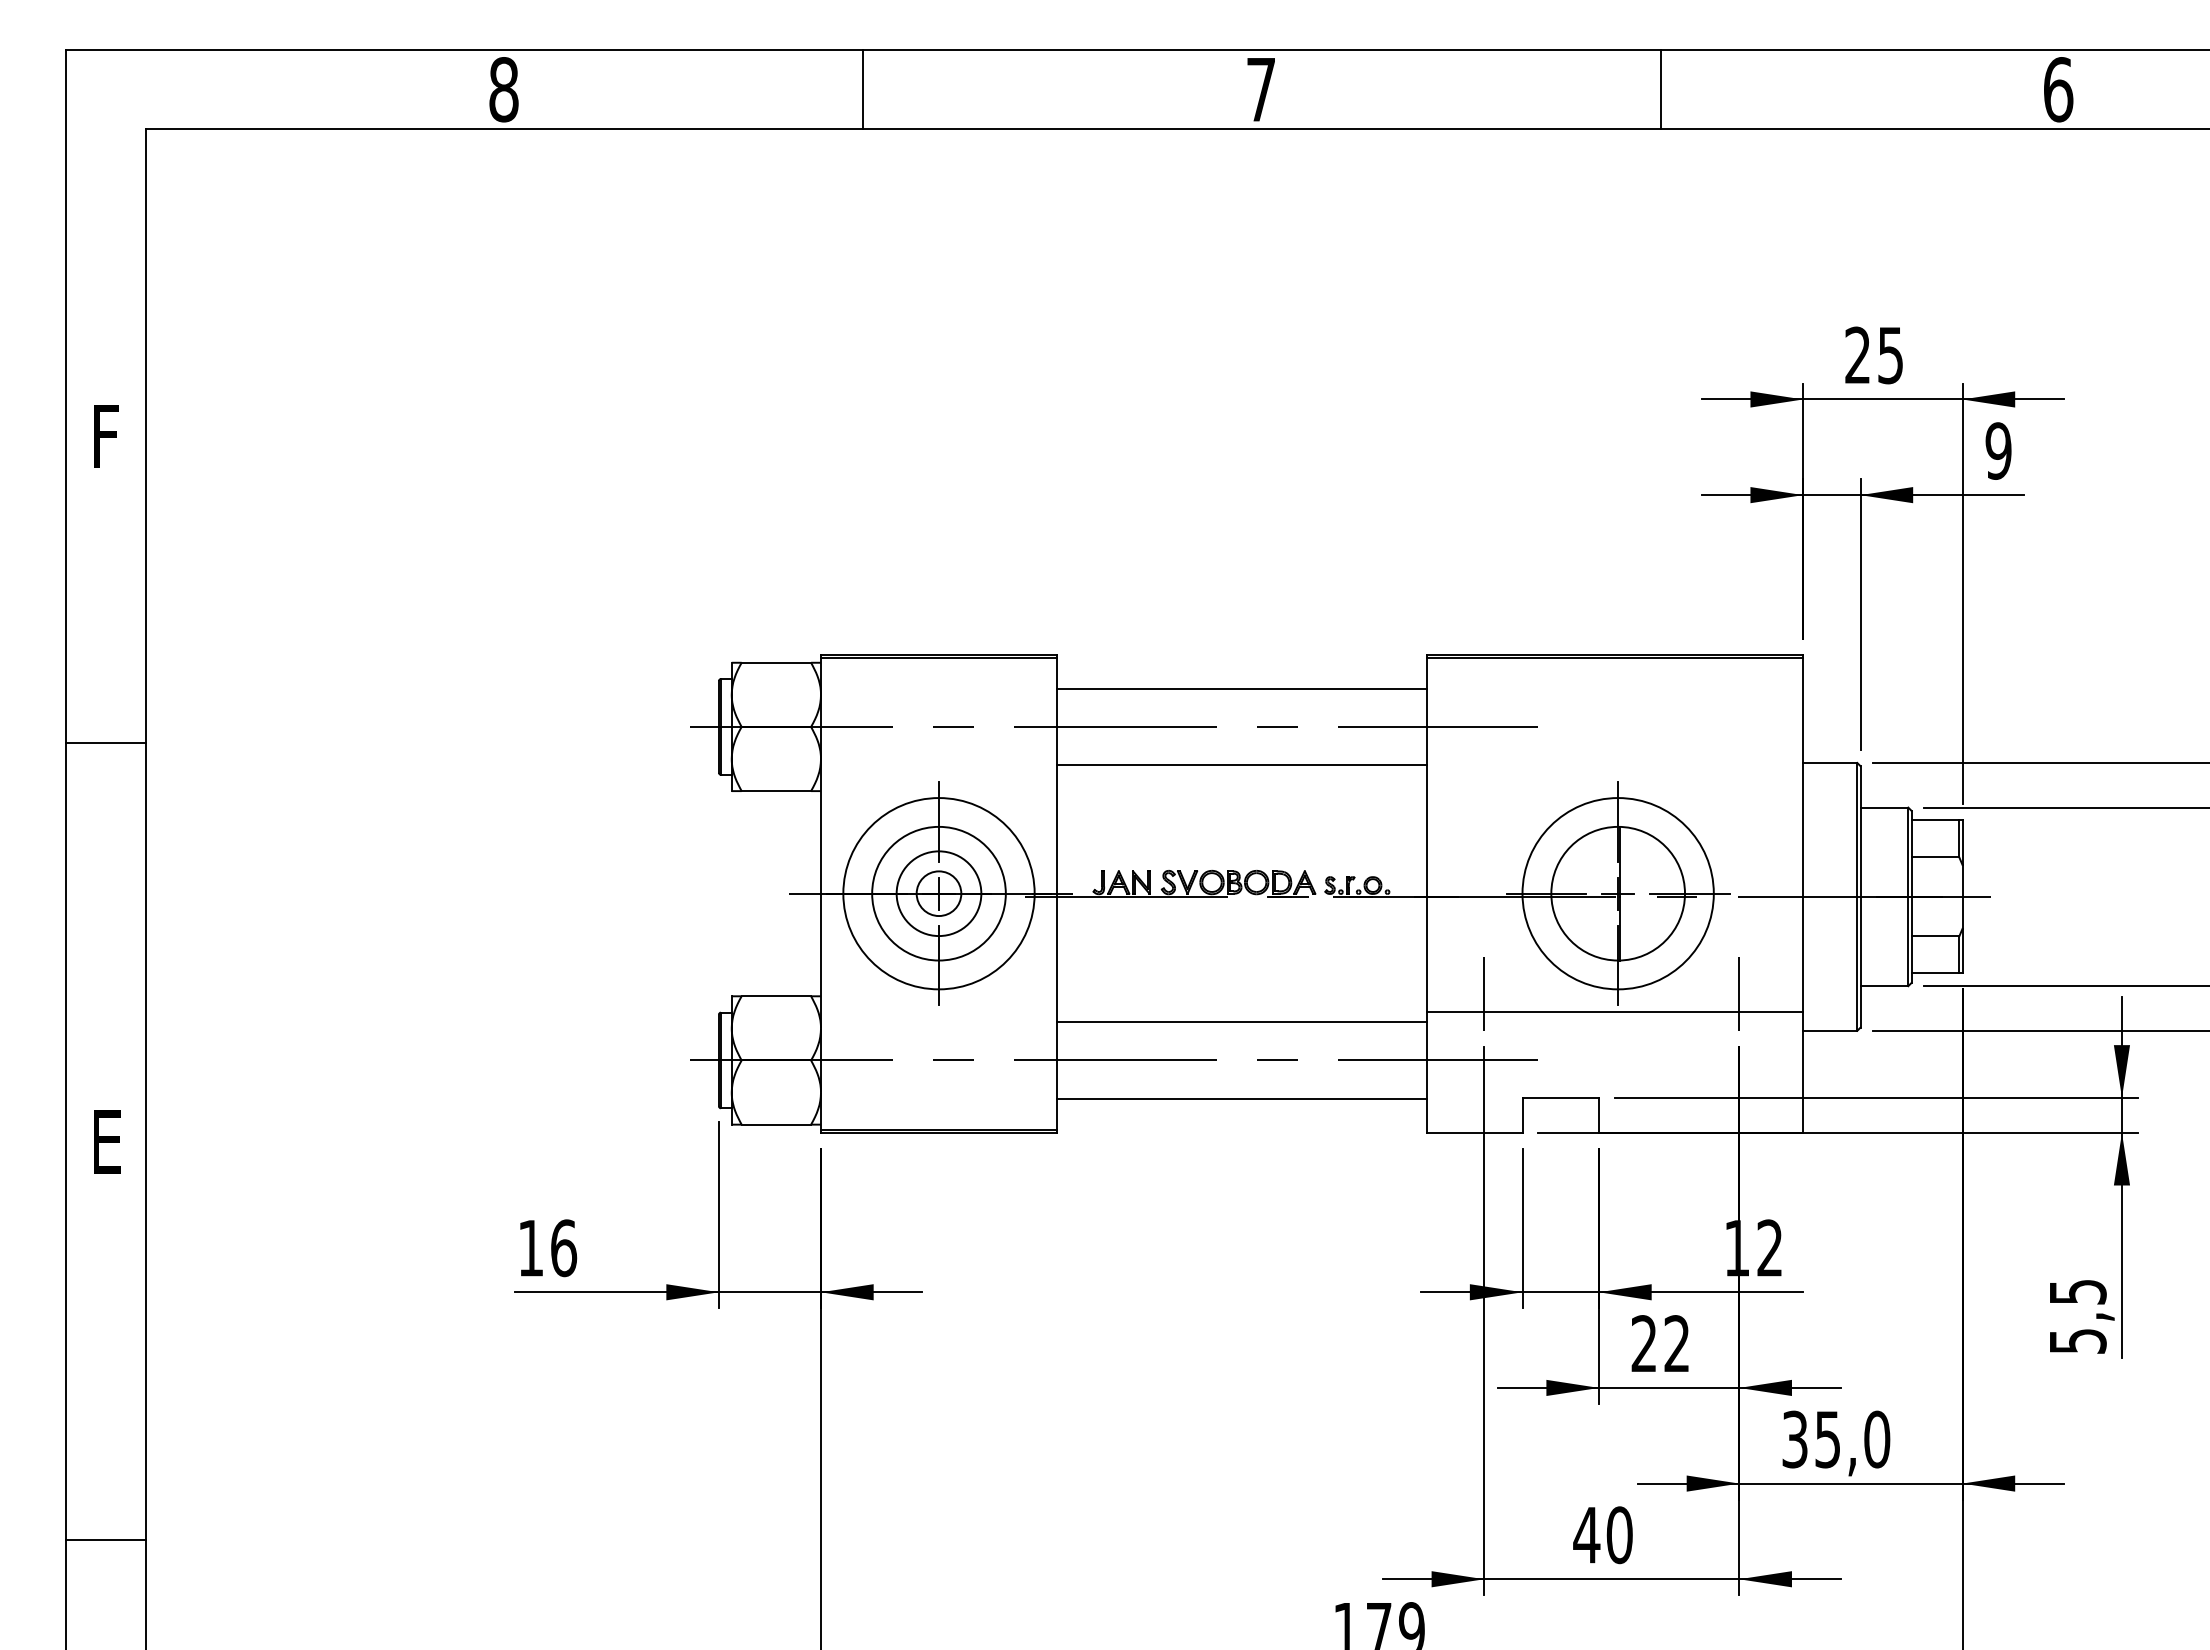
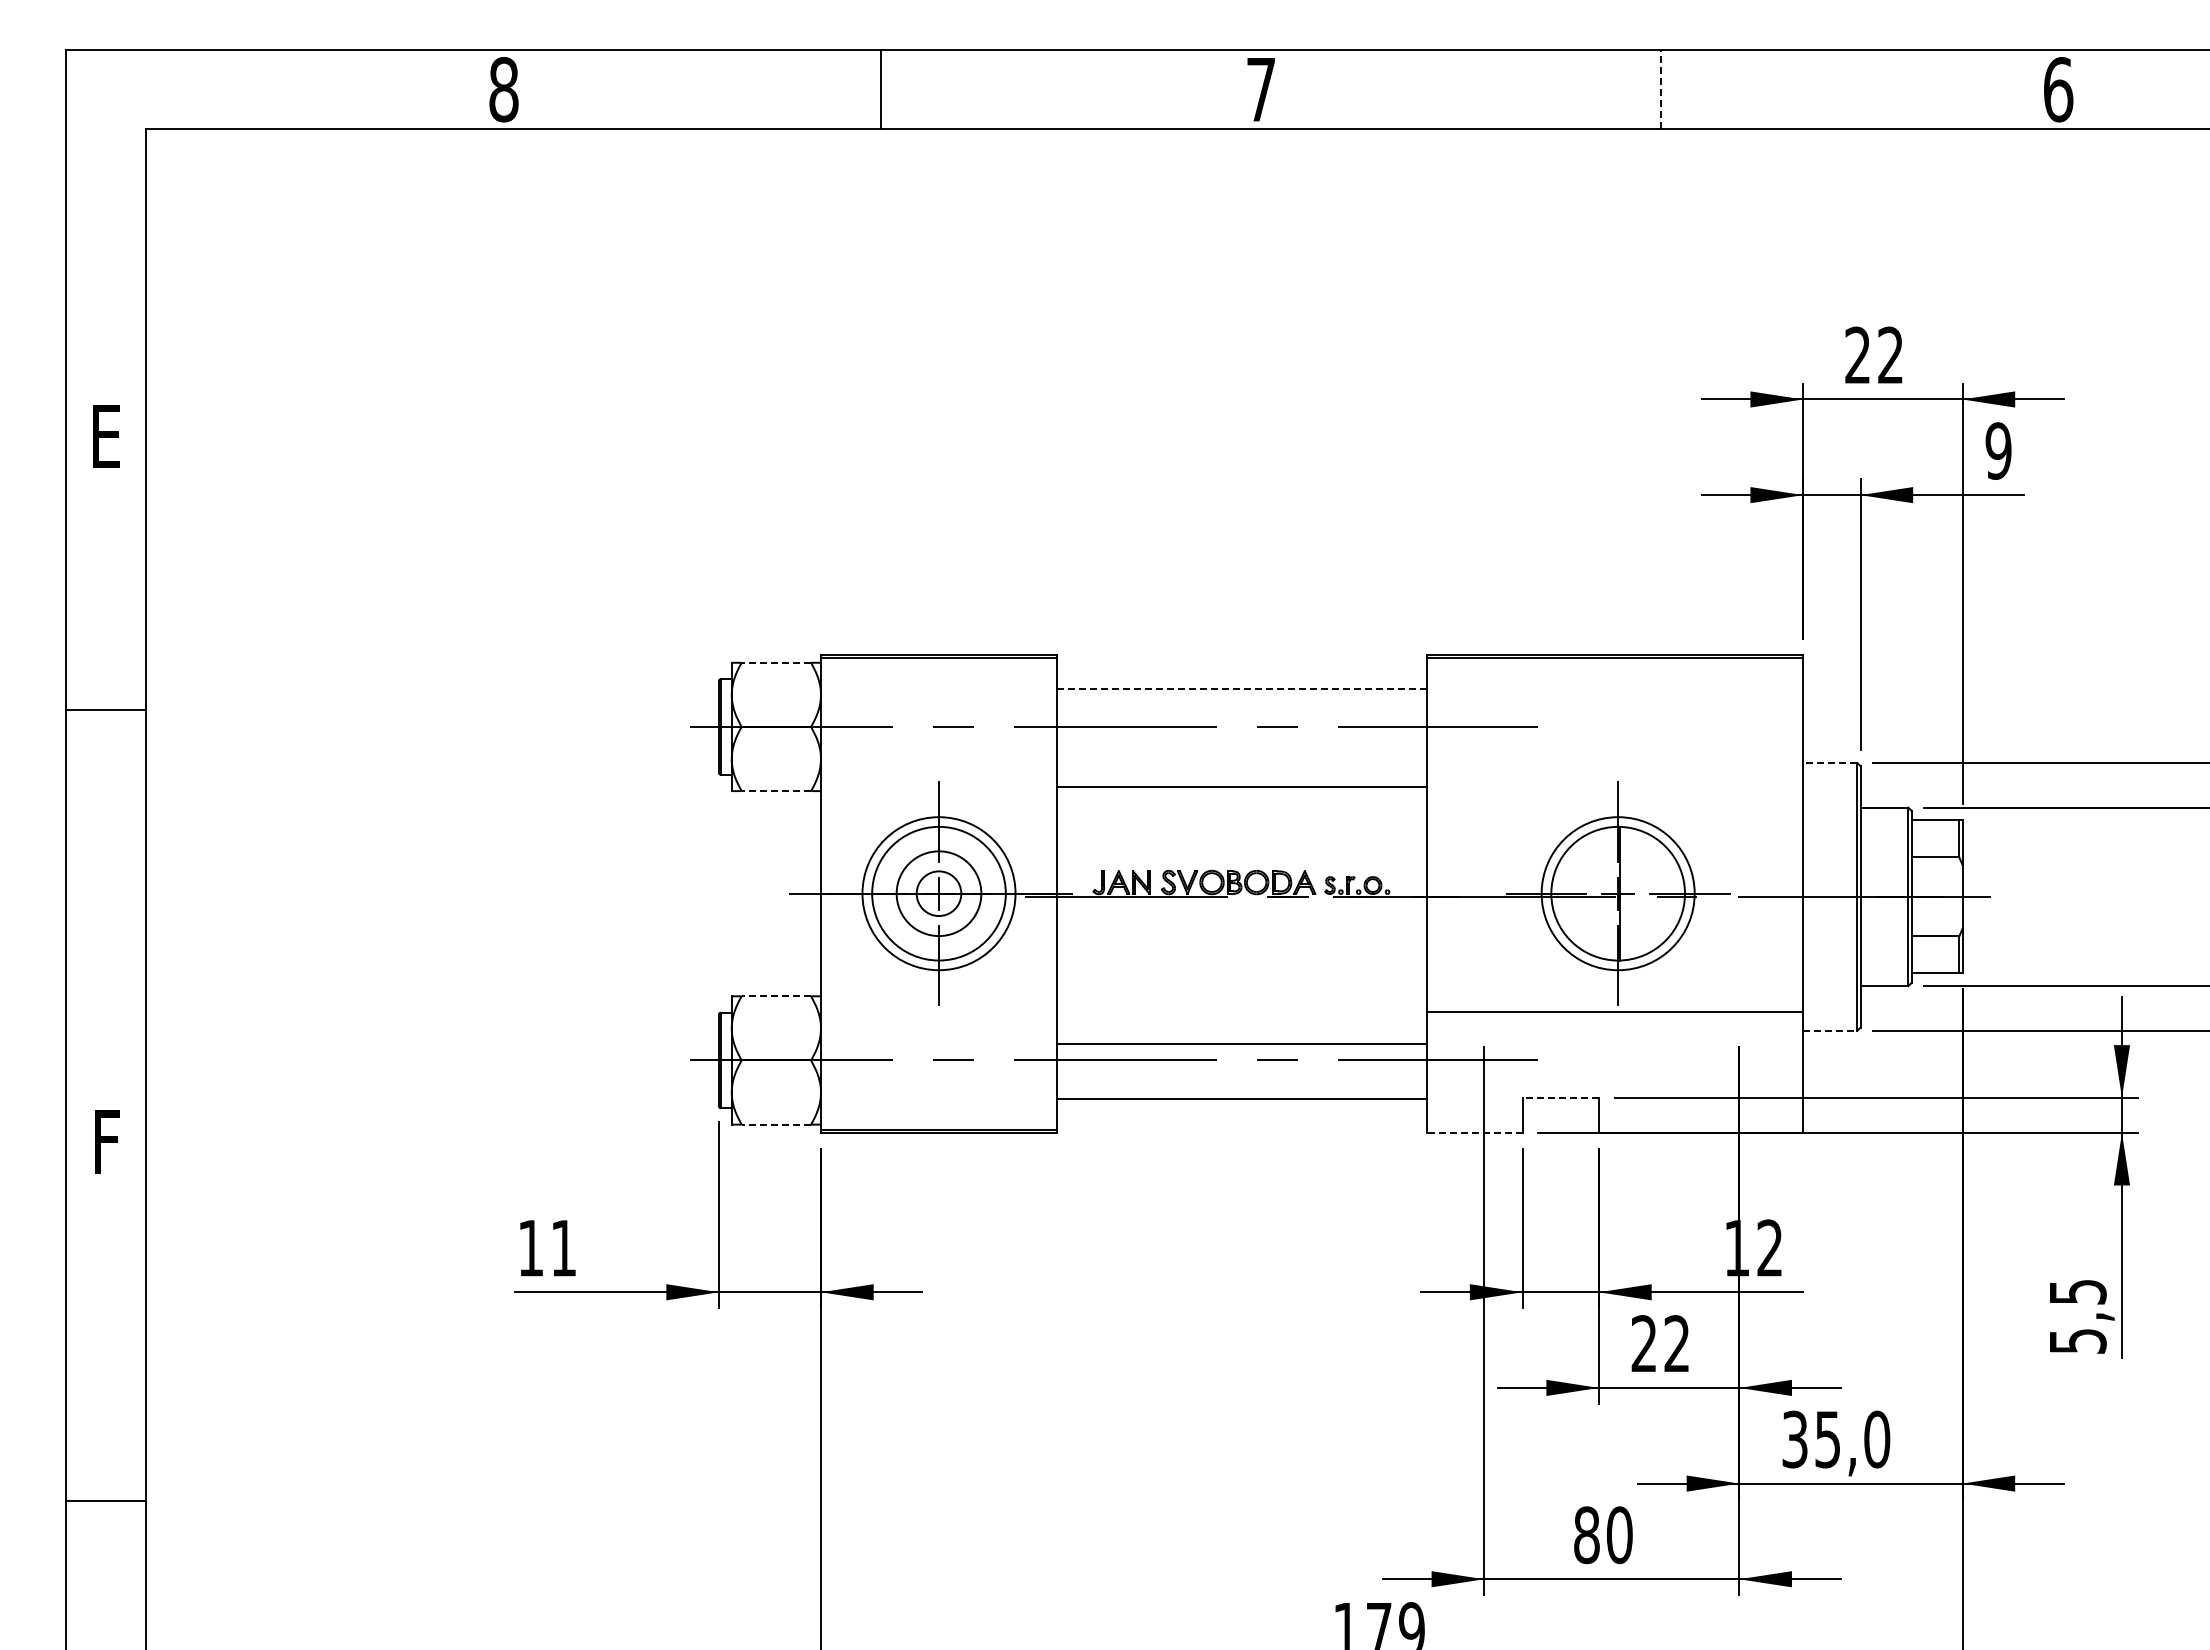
line at (863, 89) position: (863, 89) -> (881, 89)
line at (1660, 89): solid -> dashed
text at (1890, 355): 25 -> 22
text at (106, 436): F -> E
line at (776, 662): solid -> dashed
line at (1241, 688): solid -> dashed
line at (106, 743) position: (106, 743) -> (106, 710)
line at (1829, 762): solid -> dashed
line at (1241, 765) position: (1241, 765) -> (1241, 787)
line at (776, 791): solid -> dashed
circle at (938, 893) diameter: 191 px -> 153 px
circle at (1617, 893) diameter: 191 px -> 153 px
line at (1484, 993): present -> none
line at (1739, 993): present -> none
line at (776, 996): solid -> dashed
line at (1241, 1022) position: (1241, 1022) -> (1241, 1044)
line at (1830, 1030): solid -> dashed
line at (1560, 1097): solid -> dashed
line at (776, 1124): solid -> dashed
line at (1474, 1132): solid -> dashed
text at (107, 1141): E -> F
text at (564, 1248): 16 -> 11
text at (1586, 1535): 40 -> 80
line at (106, 1540) position: (106, 1540) -> (106, 1501)
